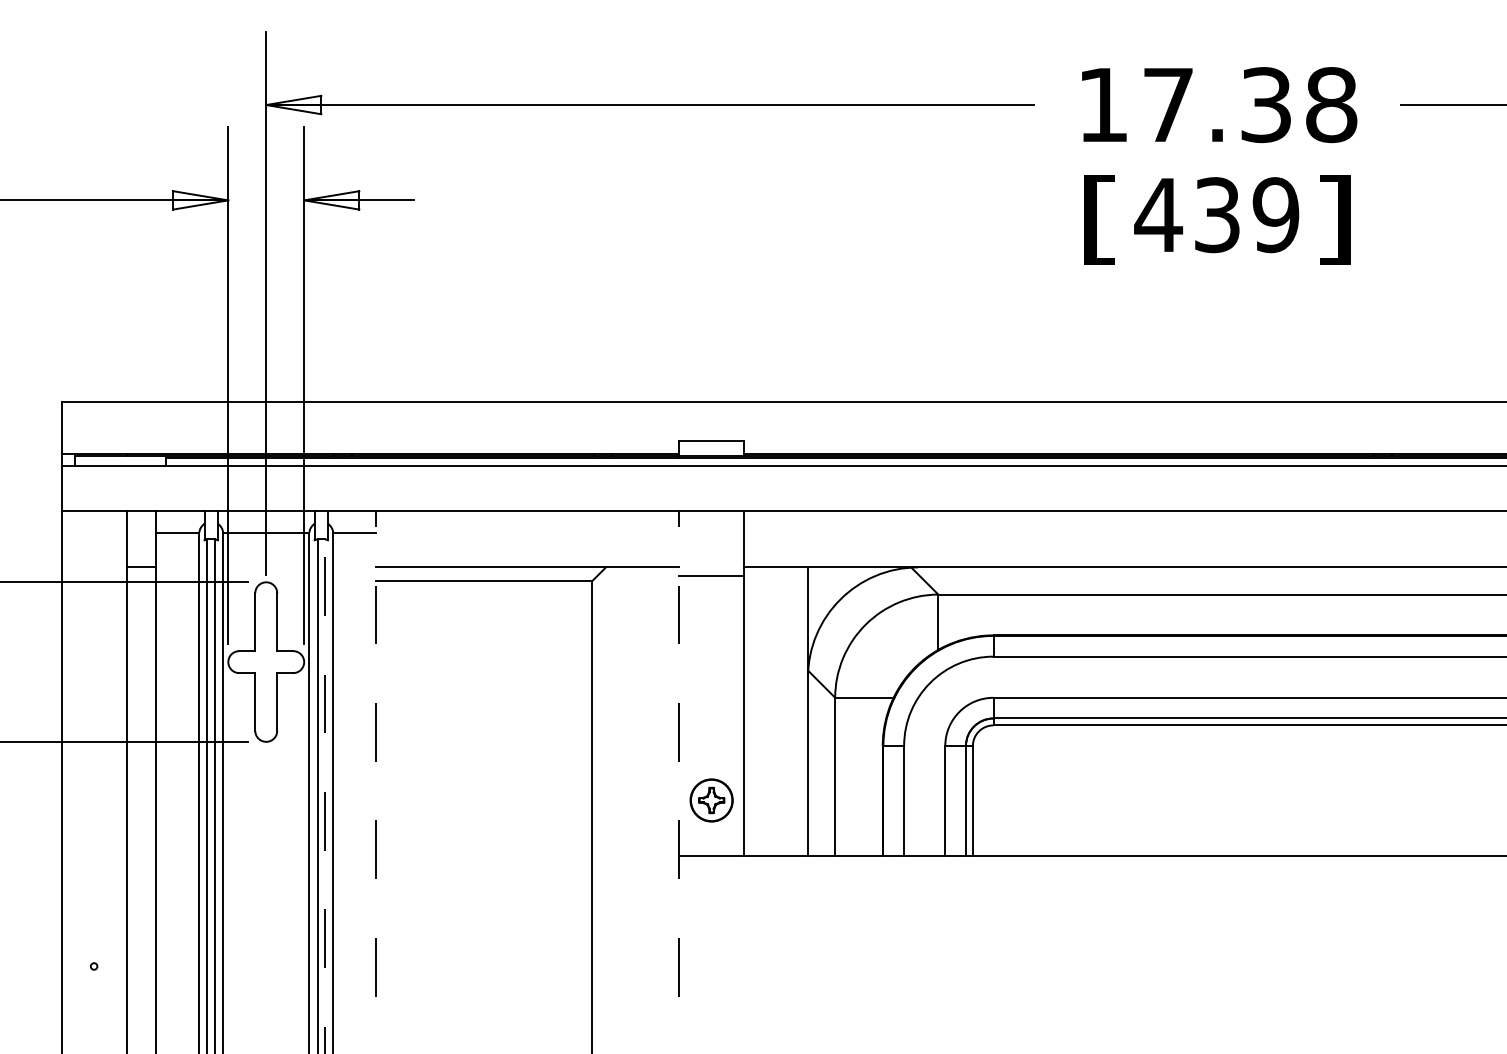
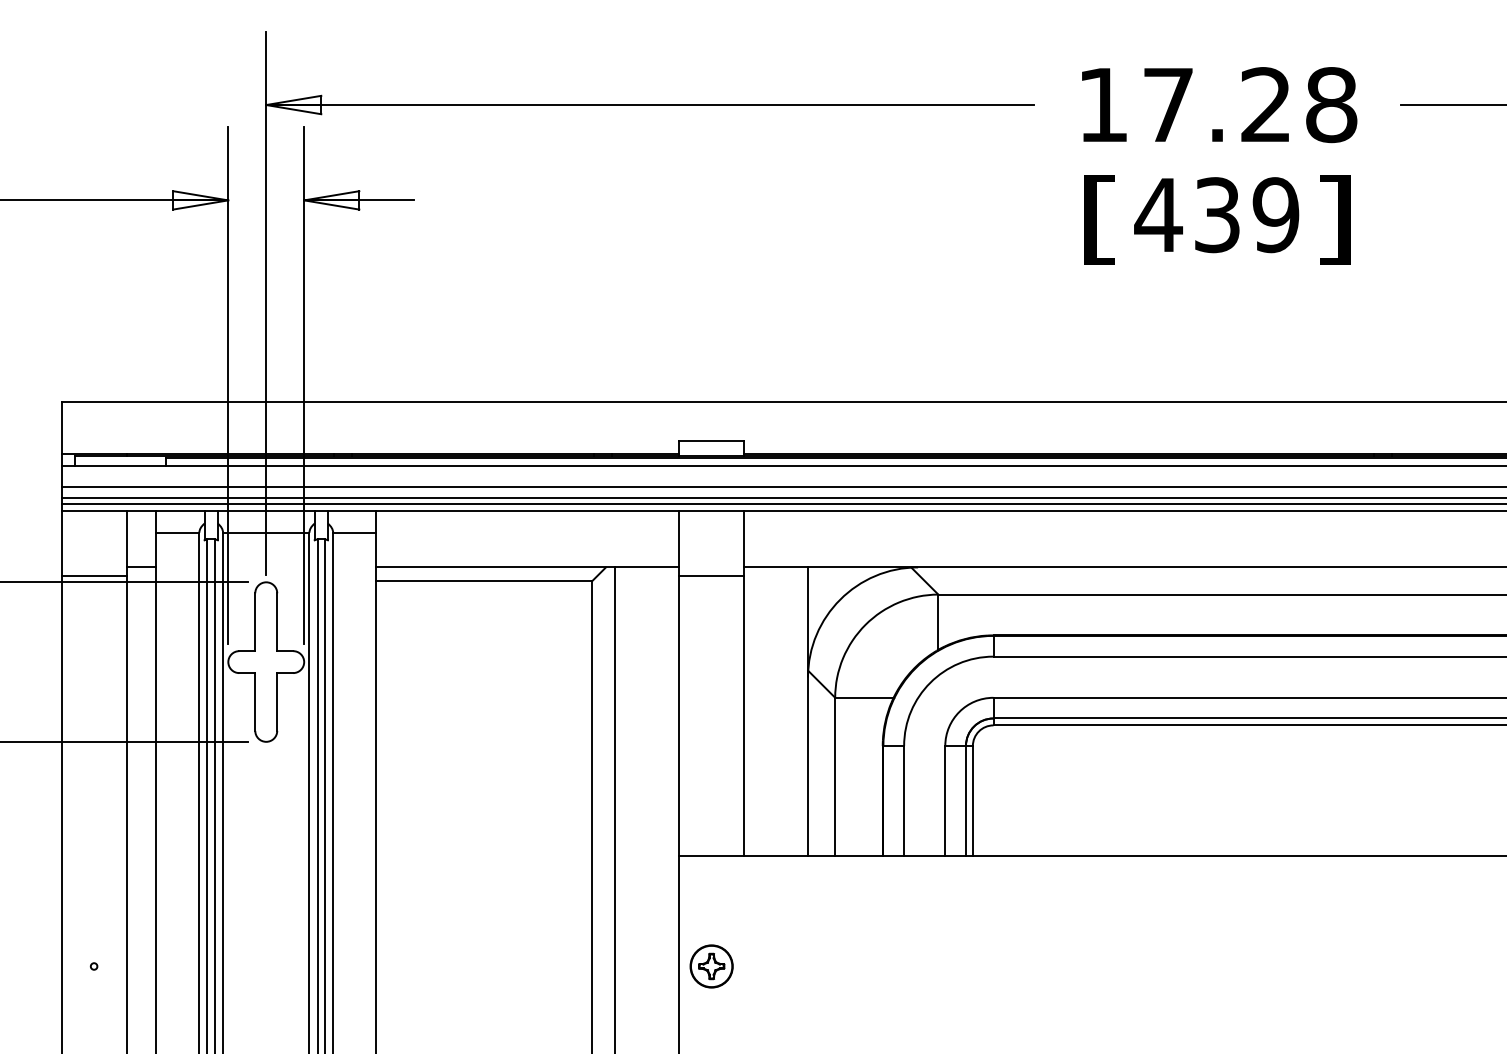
text at (1265, 105): 17.38 -> 17.28
line at (782, 486): none -> present
line at (782, 497): none -> present
line at (782, 504): none -> present
line at (93, 575): none -> present
line at (376, 781): dashed -> solid
line at (679, 781): dashed -> solid
line at (325, 796): dashed -> solid
part at (711, 800) position: (711, 800) -> (711, 966)
line at (615, 808): none -> present
